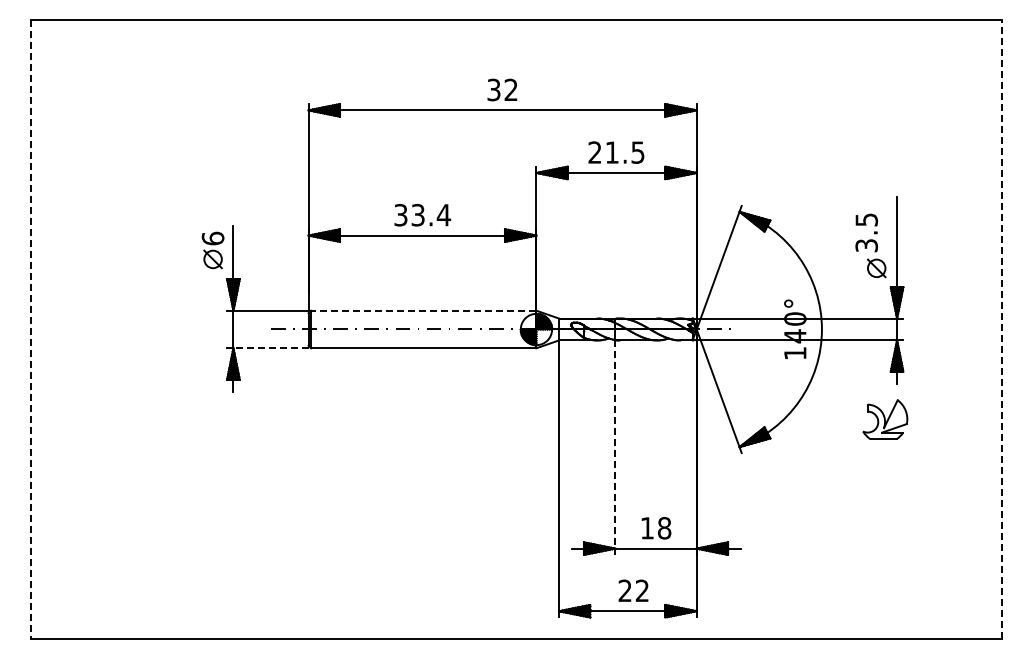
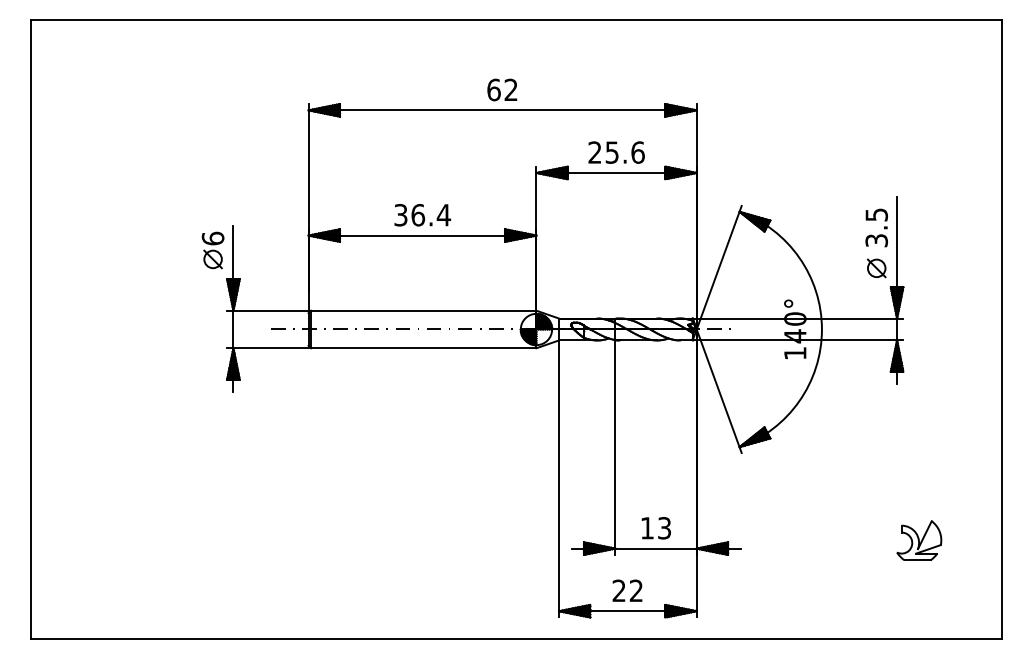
text at (493, 89): 32 -> 62
text at (624, 152): 21.5 -> 25.6
text at (418, 214): 33.4 -> 36.4
text at (866, 232) position: (866, 232) -> (876, 227)
line at (423, 310): dashed -> solid
line at (30, 329): dashed -> solid
line at (1002, 329): dashed -> solid
line at (271, 348): dashed -> solid
part at (885, 419) position: (885, 419) -> (919, 540)
line at (615, 448): dashed -> solid
text at (664, 528): 18 -> 13
text at (633, 590) position: (633, 590) -> (627, 590)
